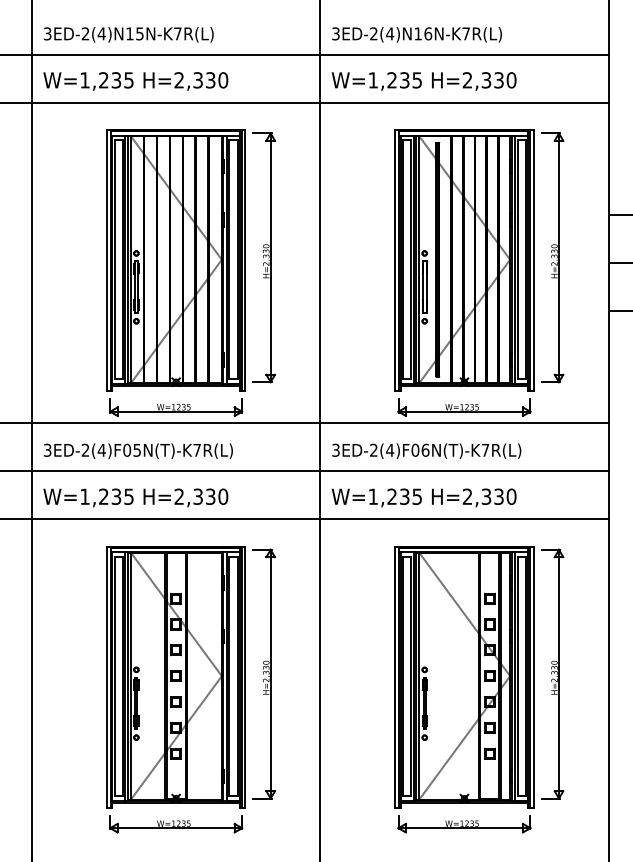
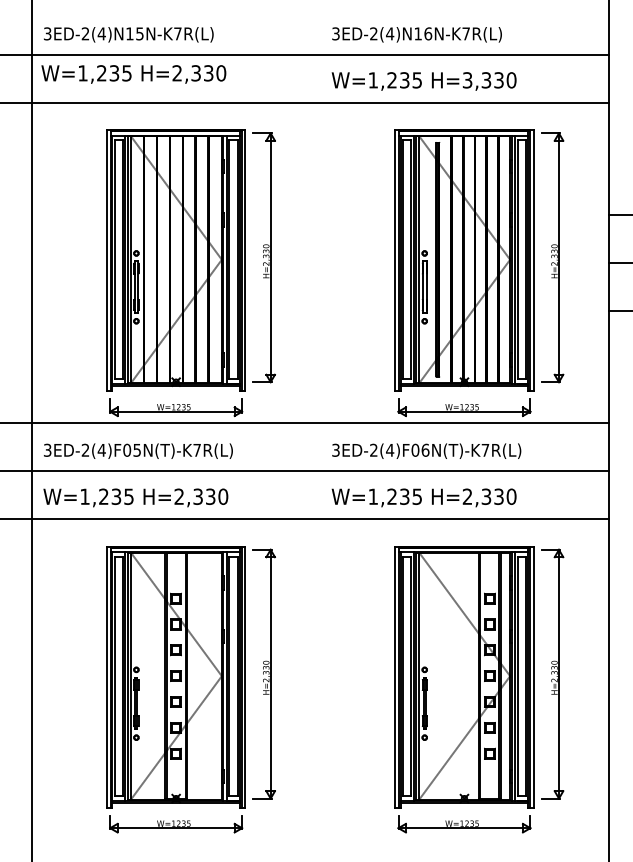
text at (467, 80): H=2,330 -> H=3,330
text at (135, 81) position: (135, 81) -> (133, 74)
line at (320, 430): present -> none
